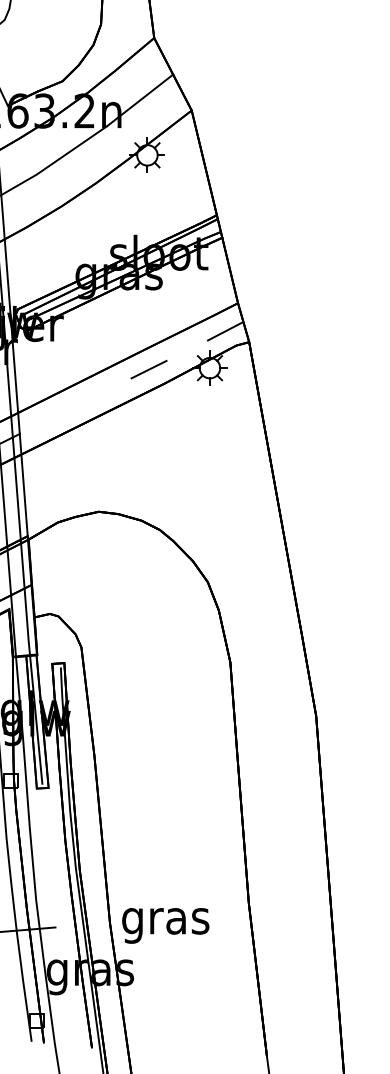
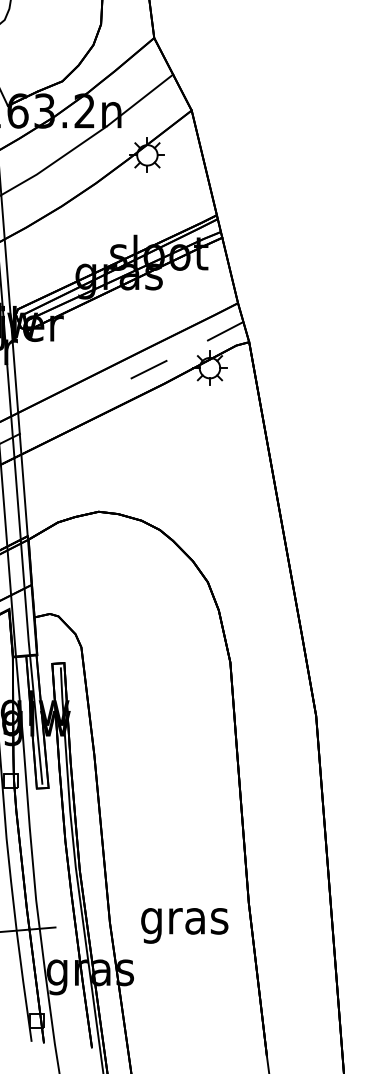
text at (165, 925) position: (165, 925) -> (184, 925)
